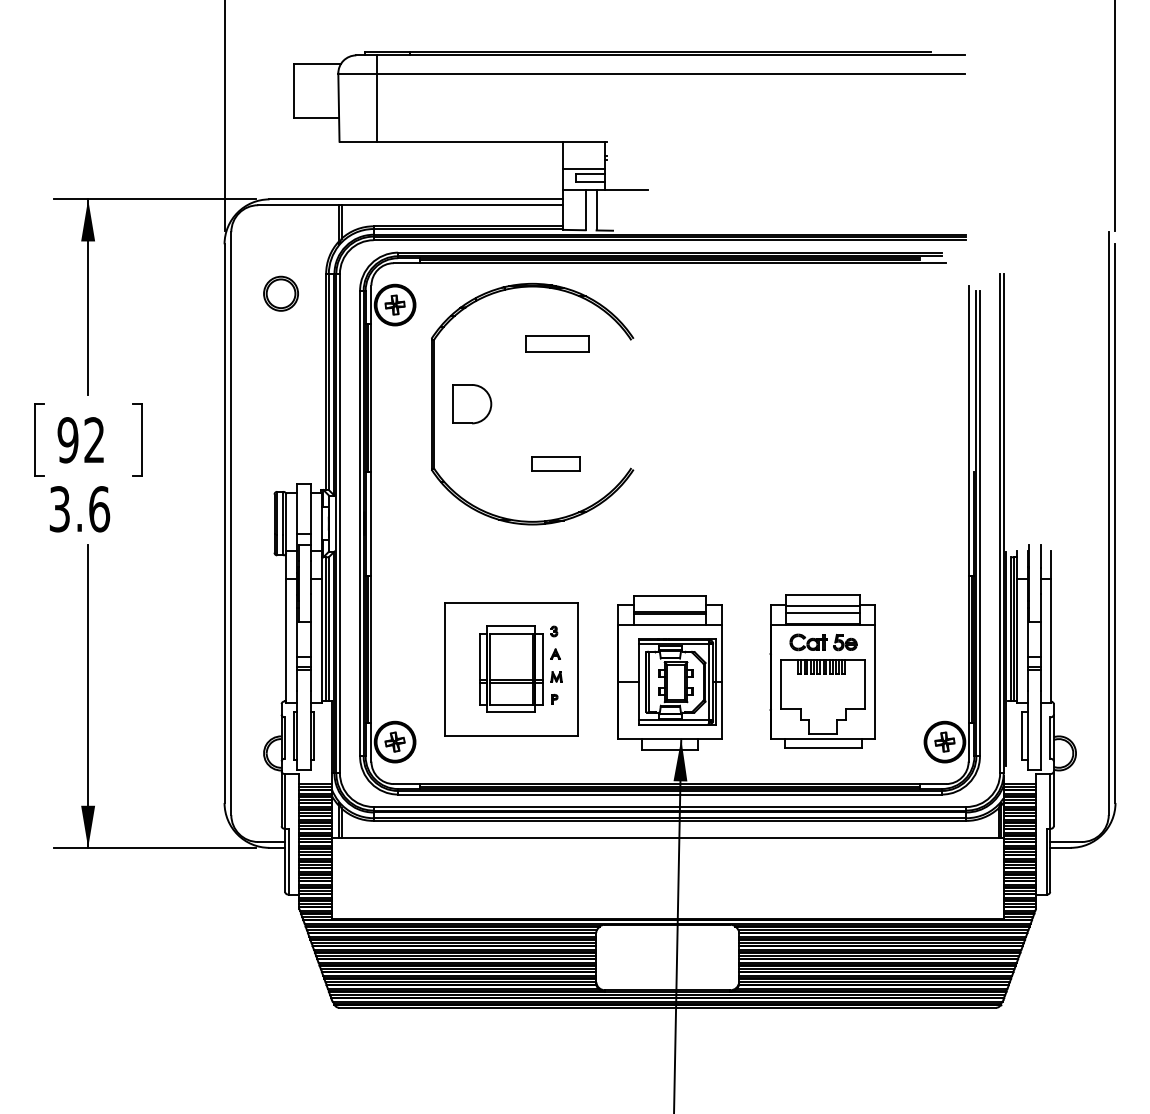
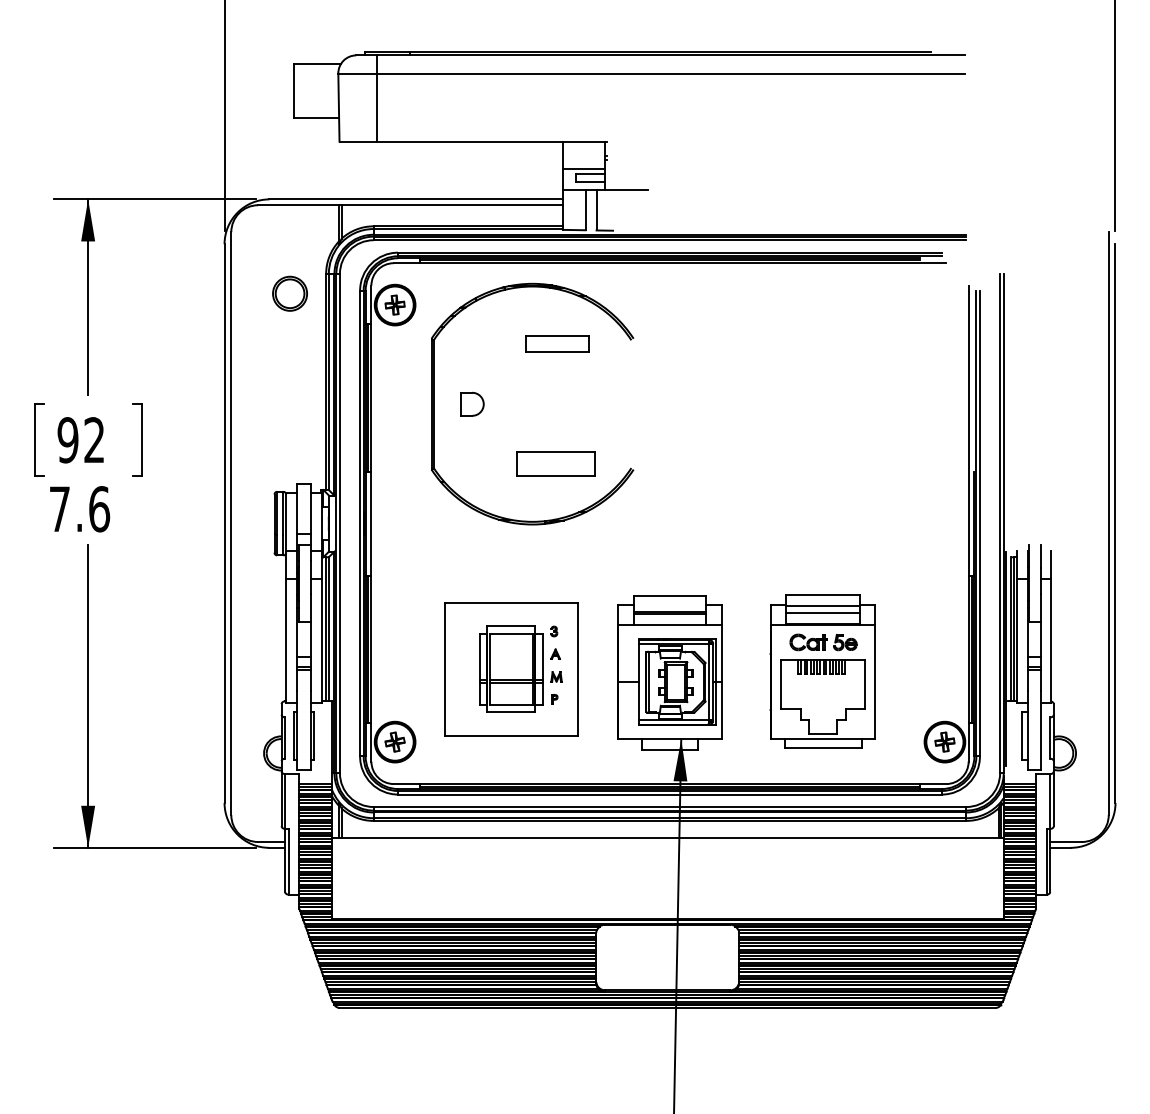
part at (280, 293) position: (280, 293) -> (289, 293)
part at (472, 404) size: 41x41 px -> 25x26 px
part at (555, 463) size: 50x16 px -> 80x26 px
text at (59, 509): 3.6 -> 7.6
